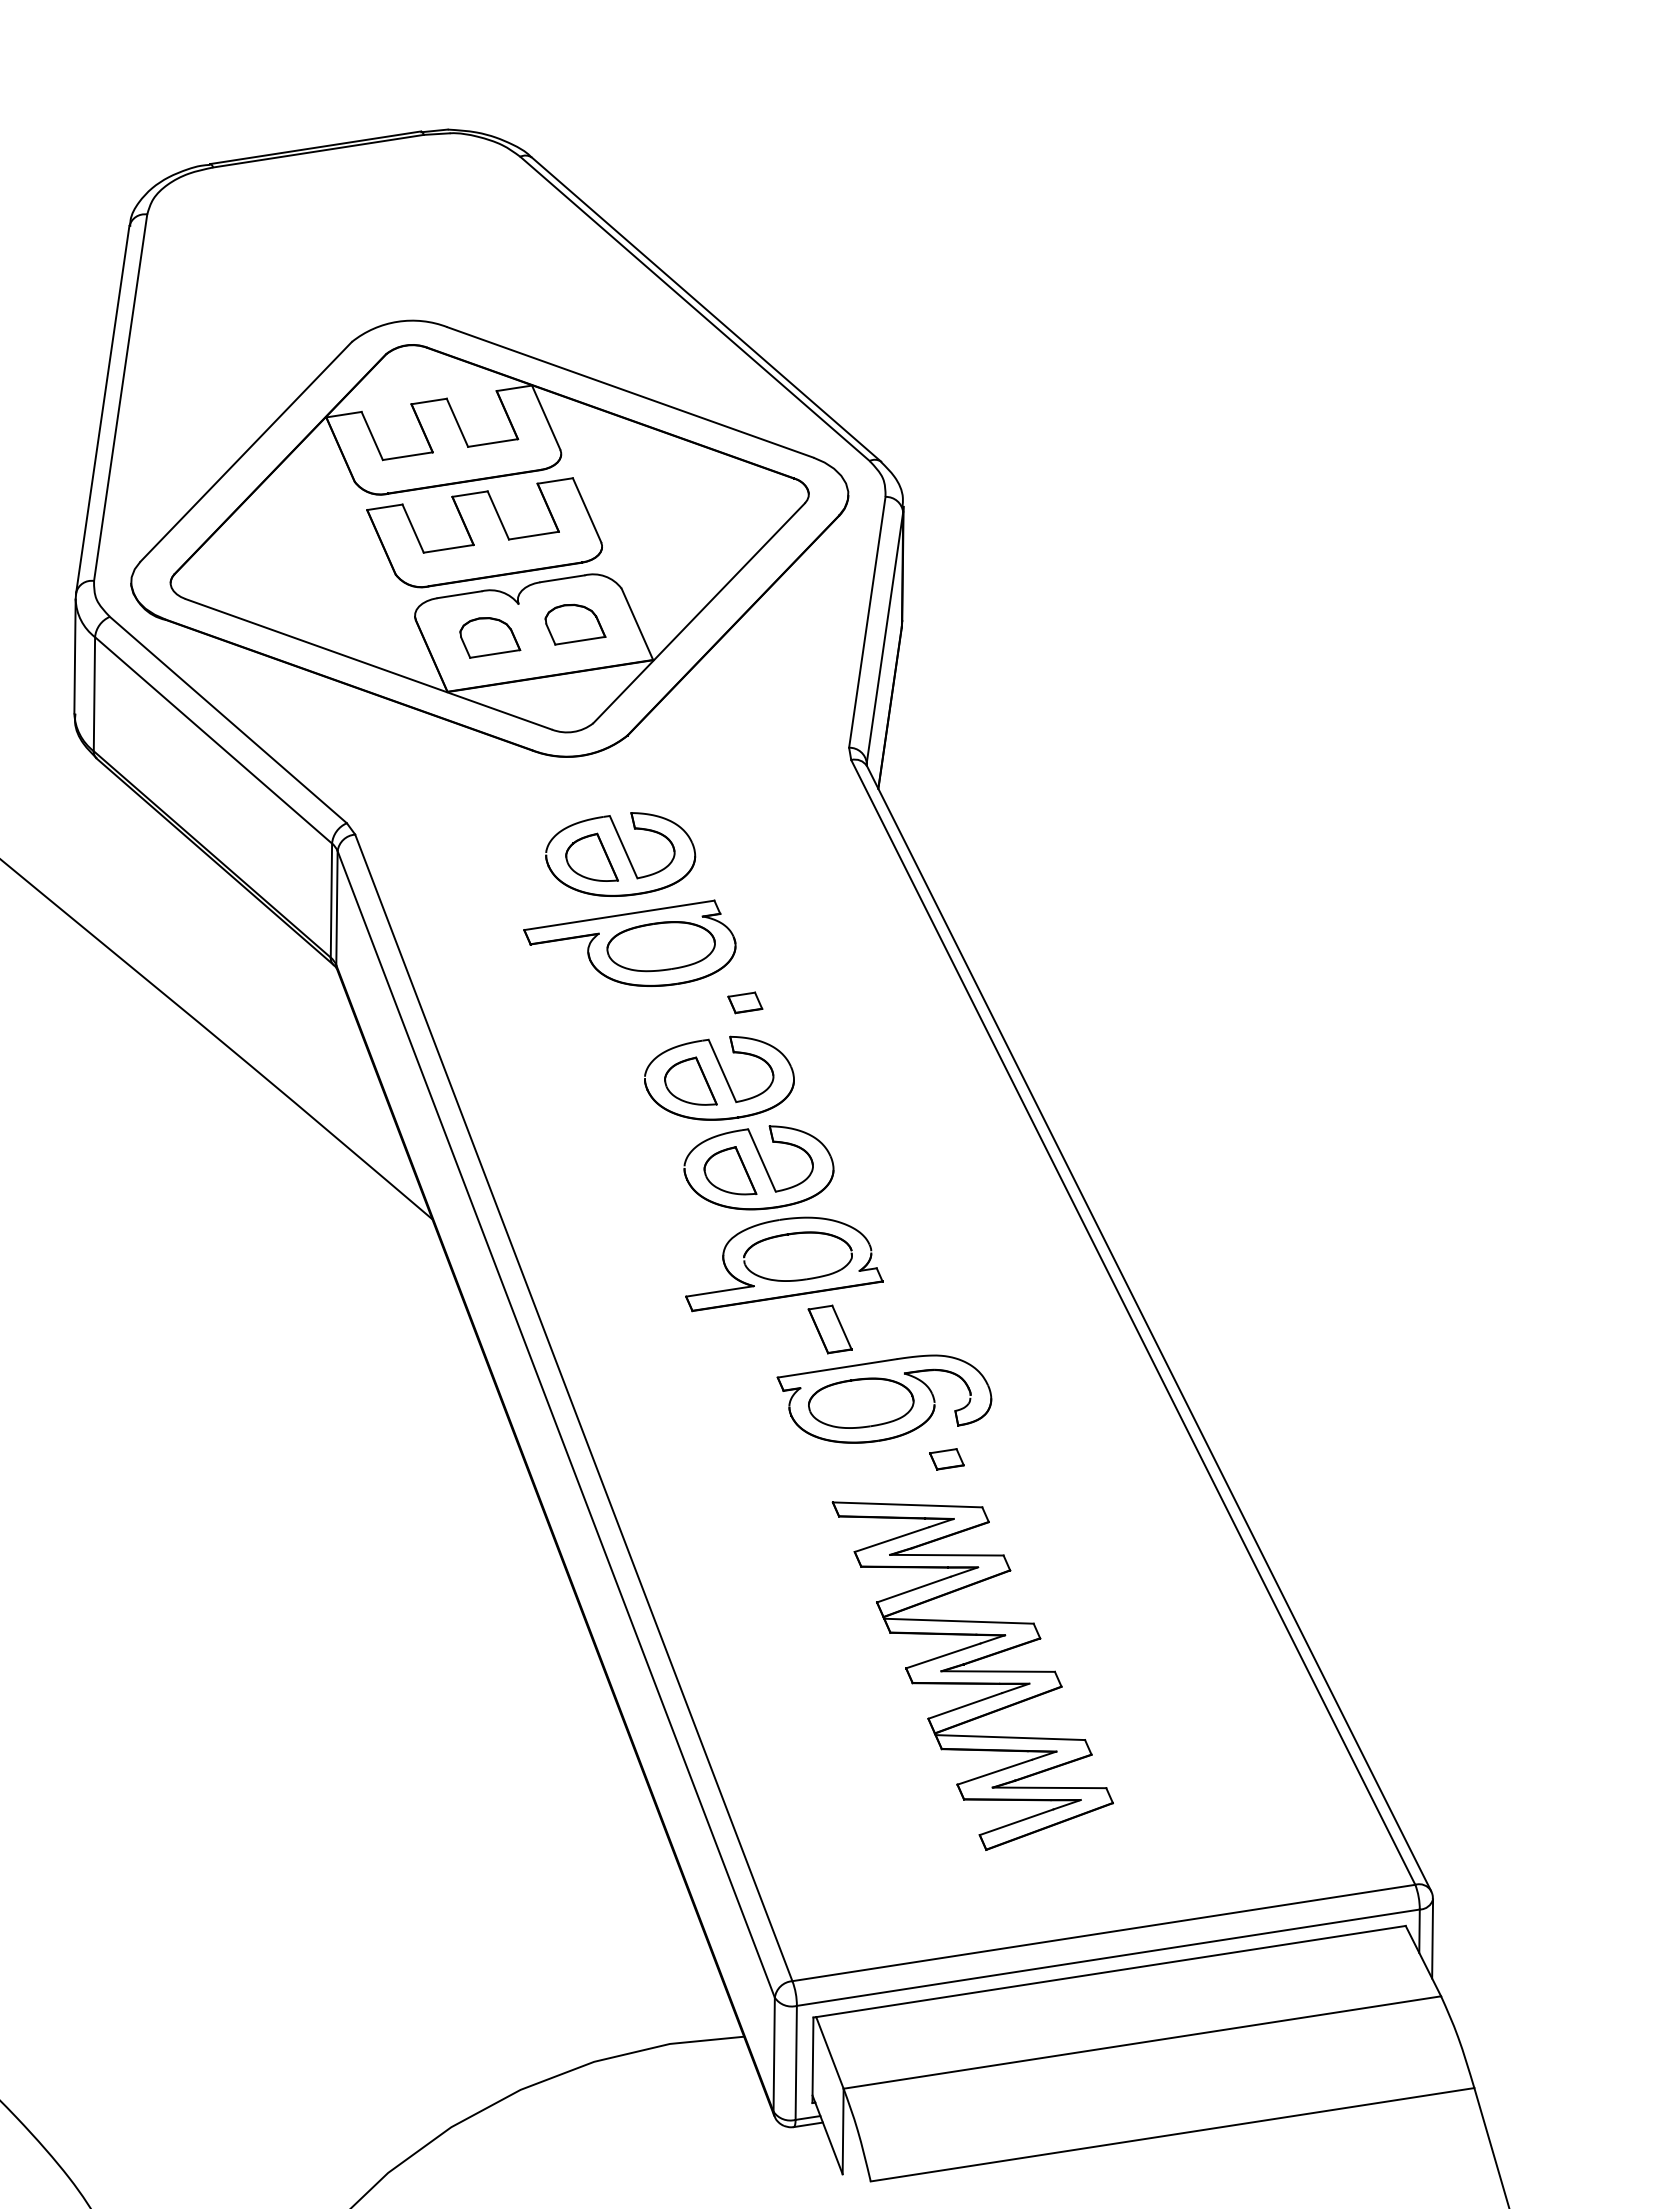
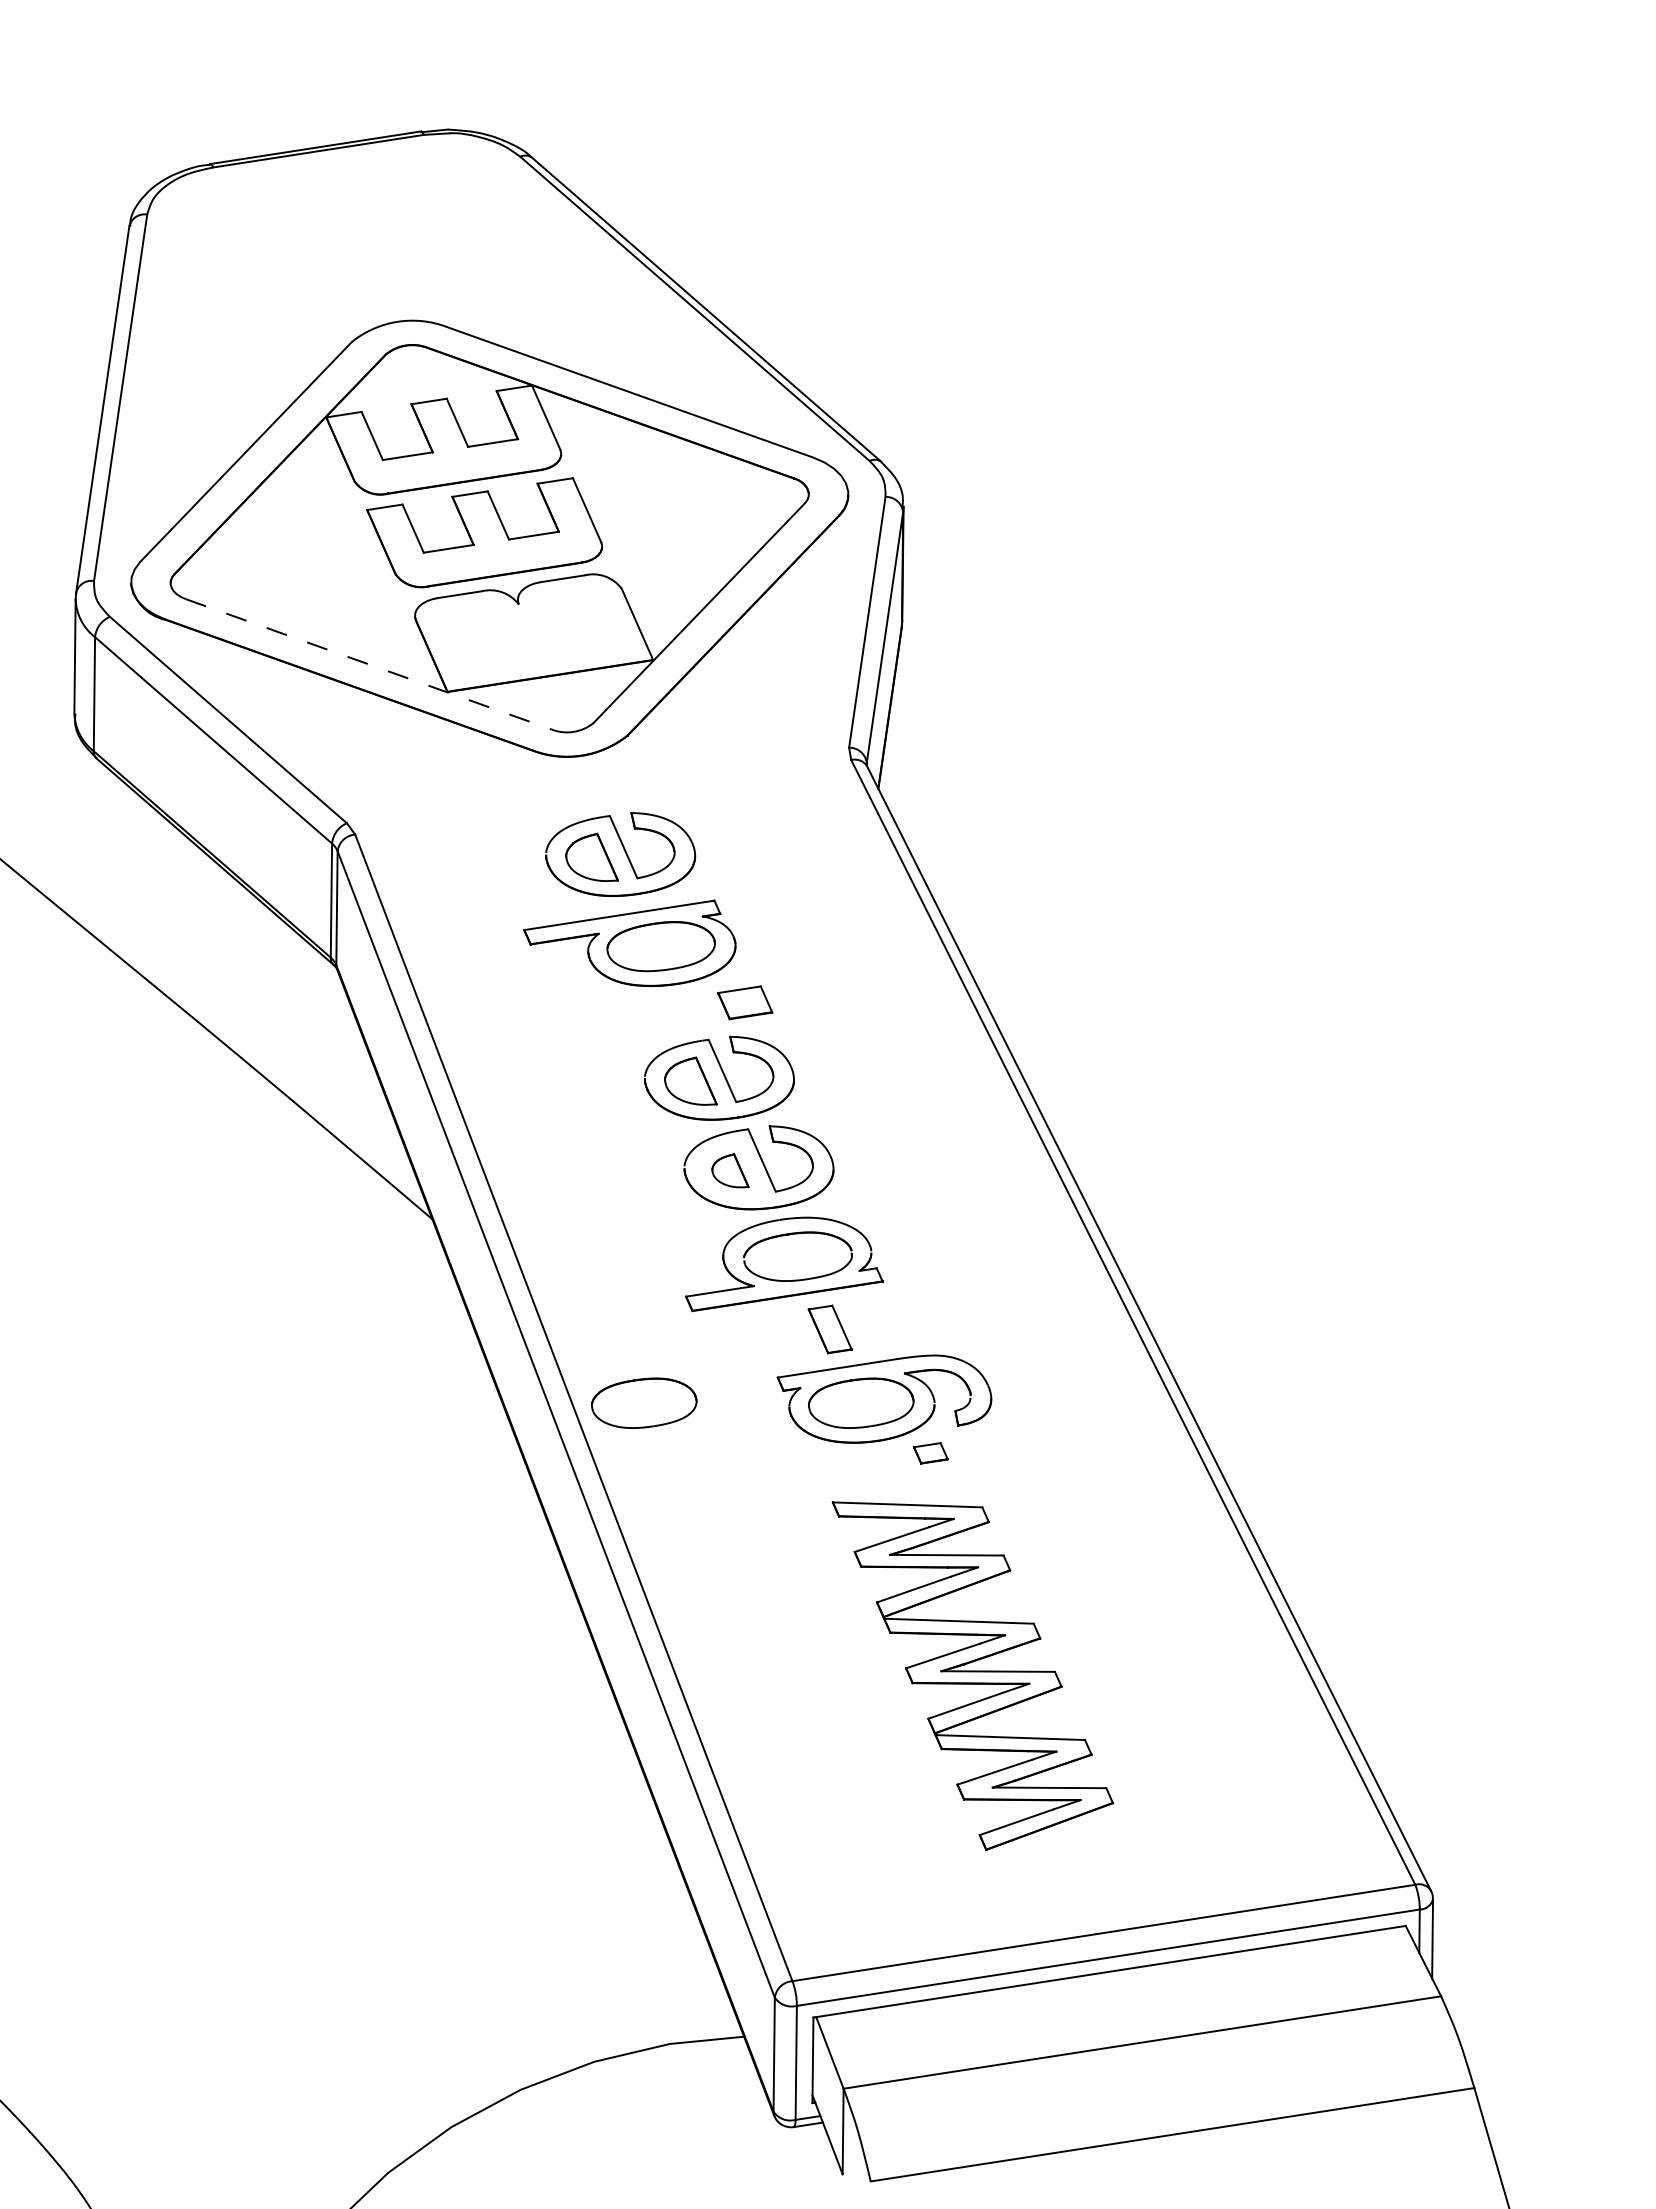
part at (575, 624): present -> none
part at (490, 637): present -> none
line at (369, 664): solid -> dashed
part at (745, 1002) size: 37x24 px -> 57x36 px
part at (730, 1170) size: 55x50 px -> 39x36 px
part at (644, 1402): none -> present
part at (946, 1459) position: (946, 1459) -> (930, 1453)
